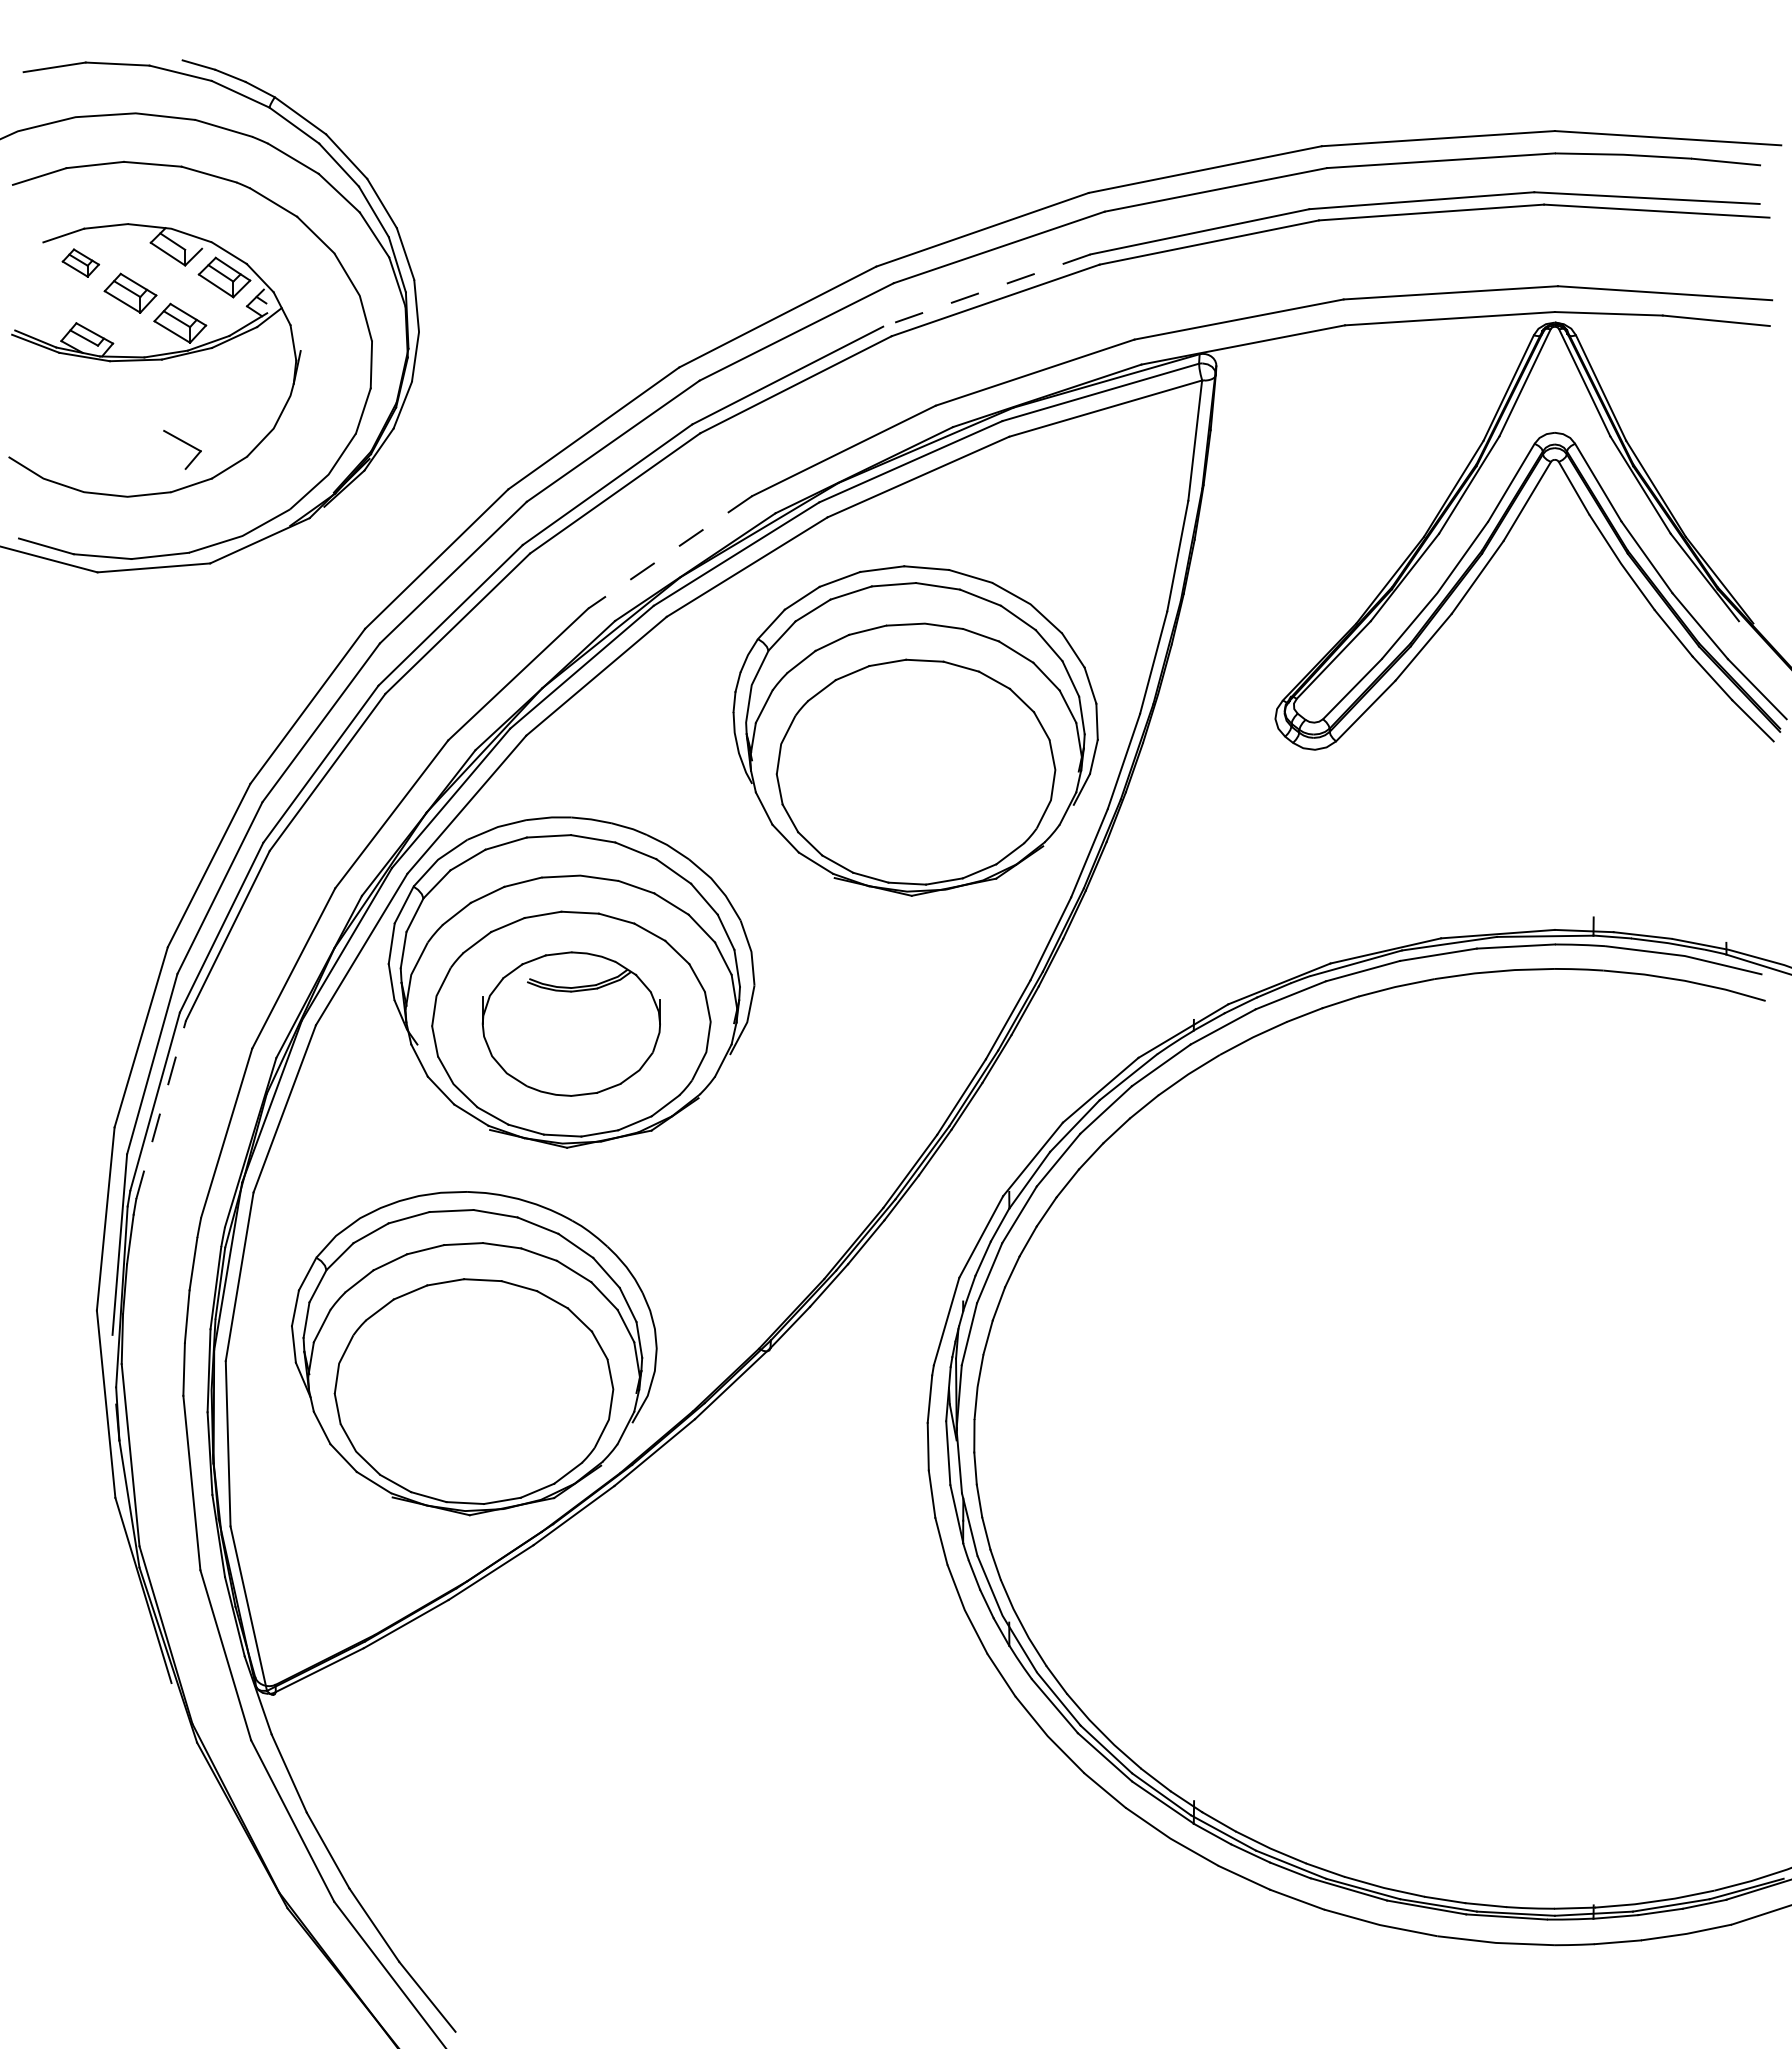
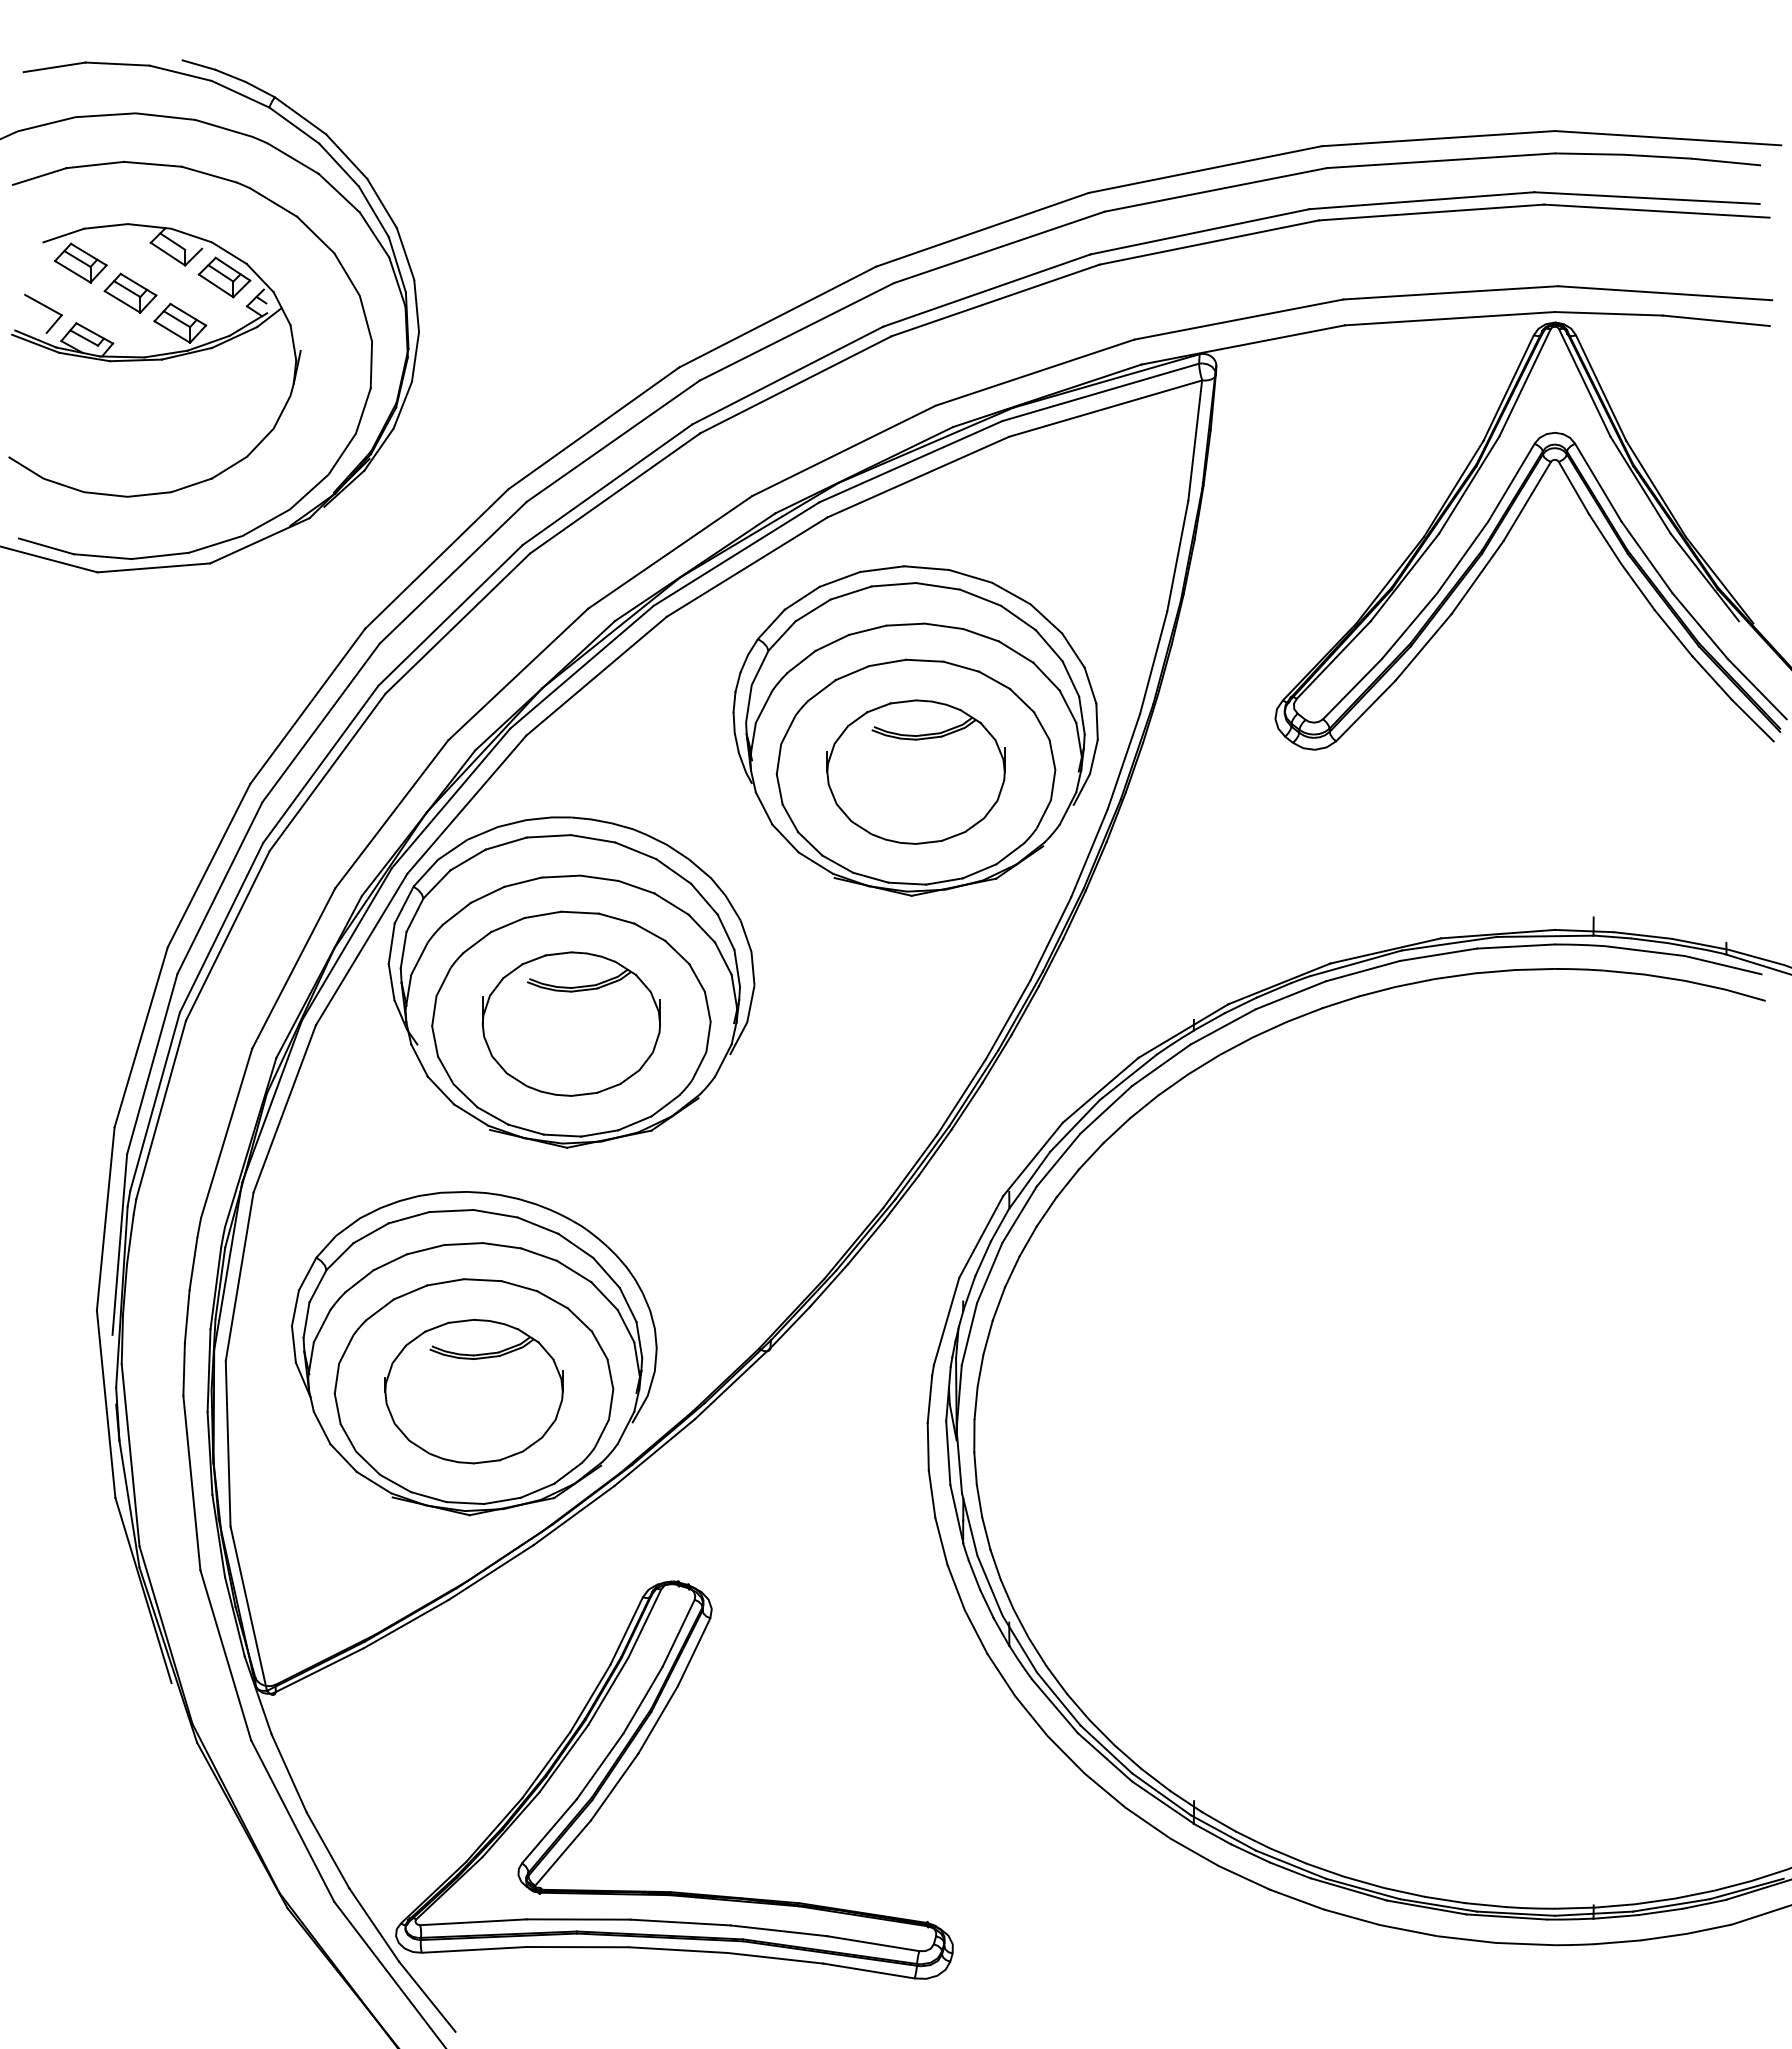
part at (80, 262) size: 40x30 px -> 54x42 px
line at (986, 290): dashed -> solid
part at (184, 443) position: (184, 443) -> (45, 307)
line at (669, 552): dashed -> solid
part at (915, 771): none -> present
line at (161, 1109): dashed -> solid
part at (473, 1391): none -> present
part at (639, 1754): none -> present
